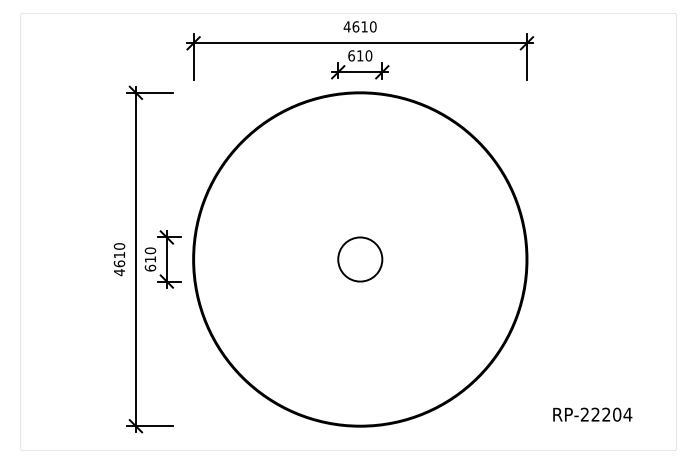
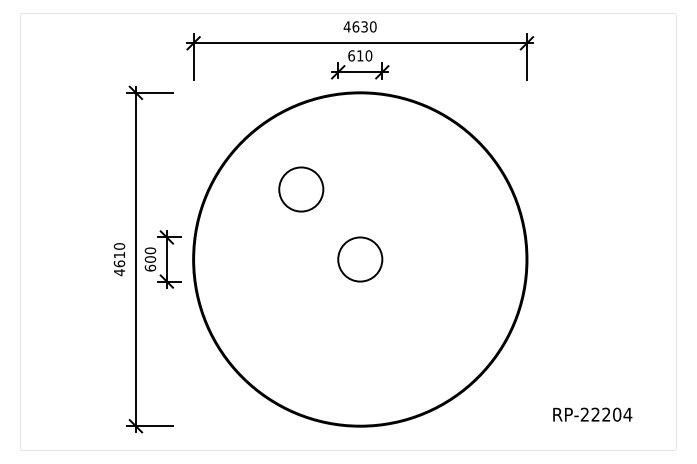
text at (364, 26): 4610 -> 4630
circle at (301, 189): none -> present
text at (150, 259): 610 -> 600
